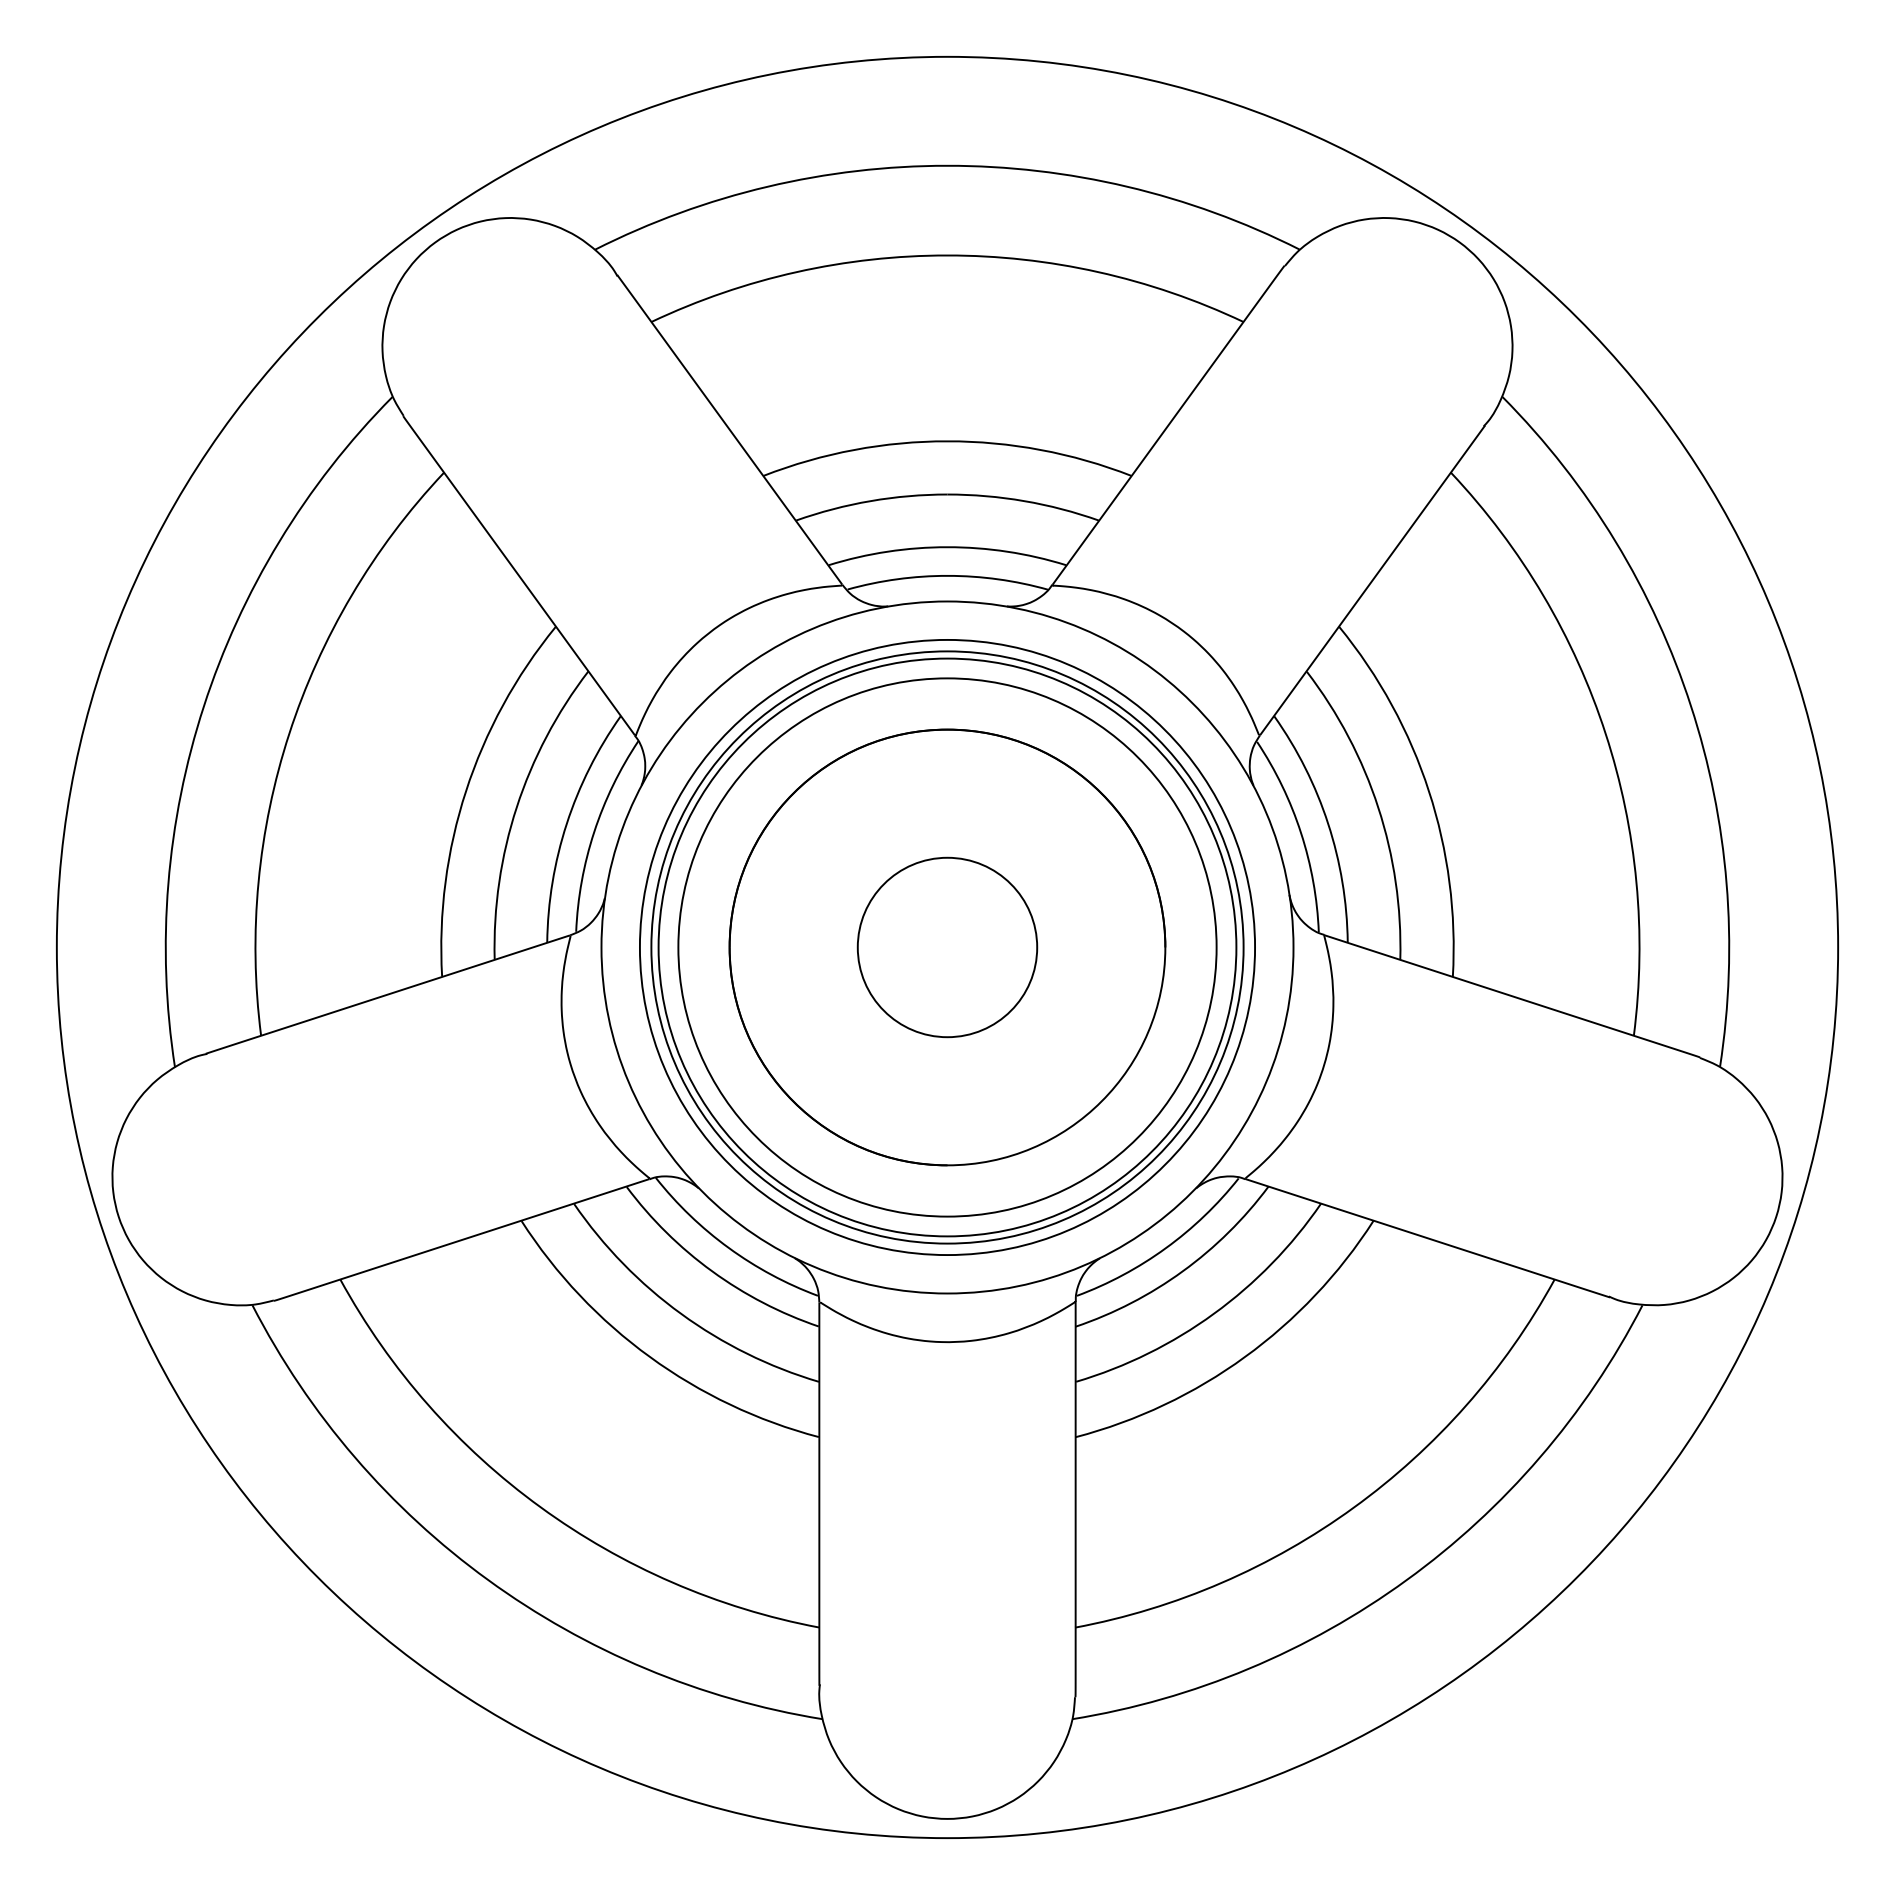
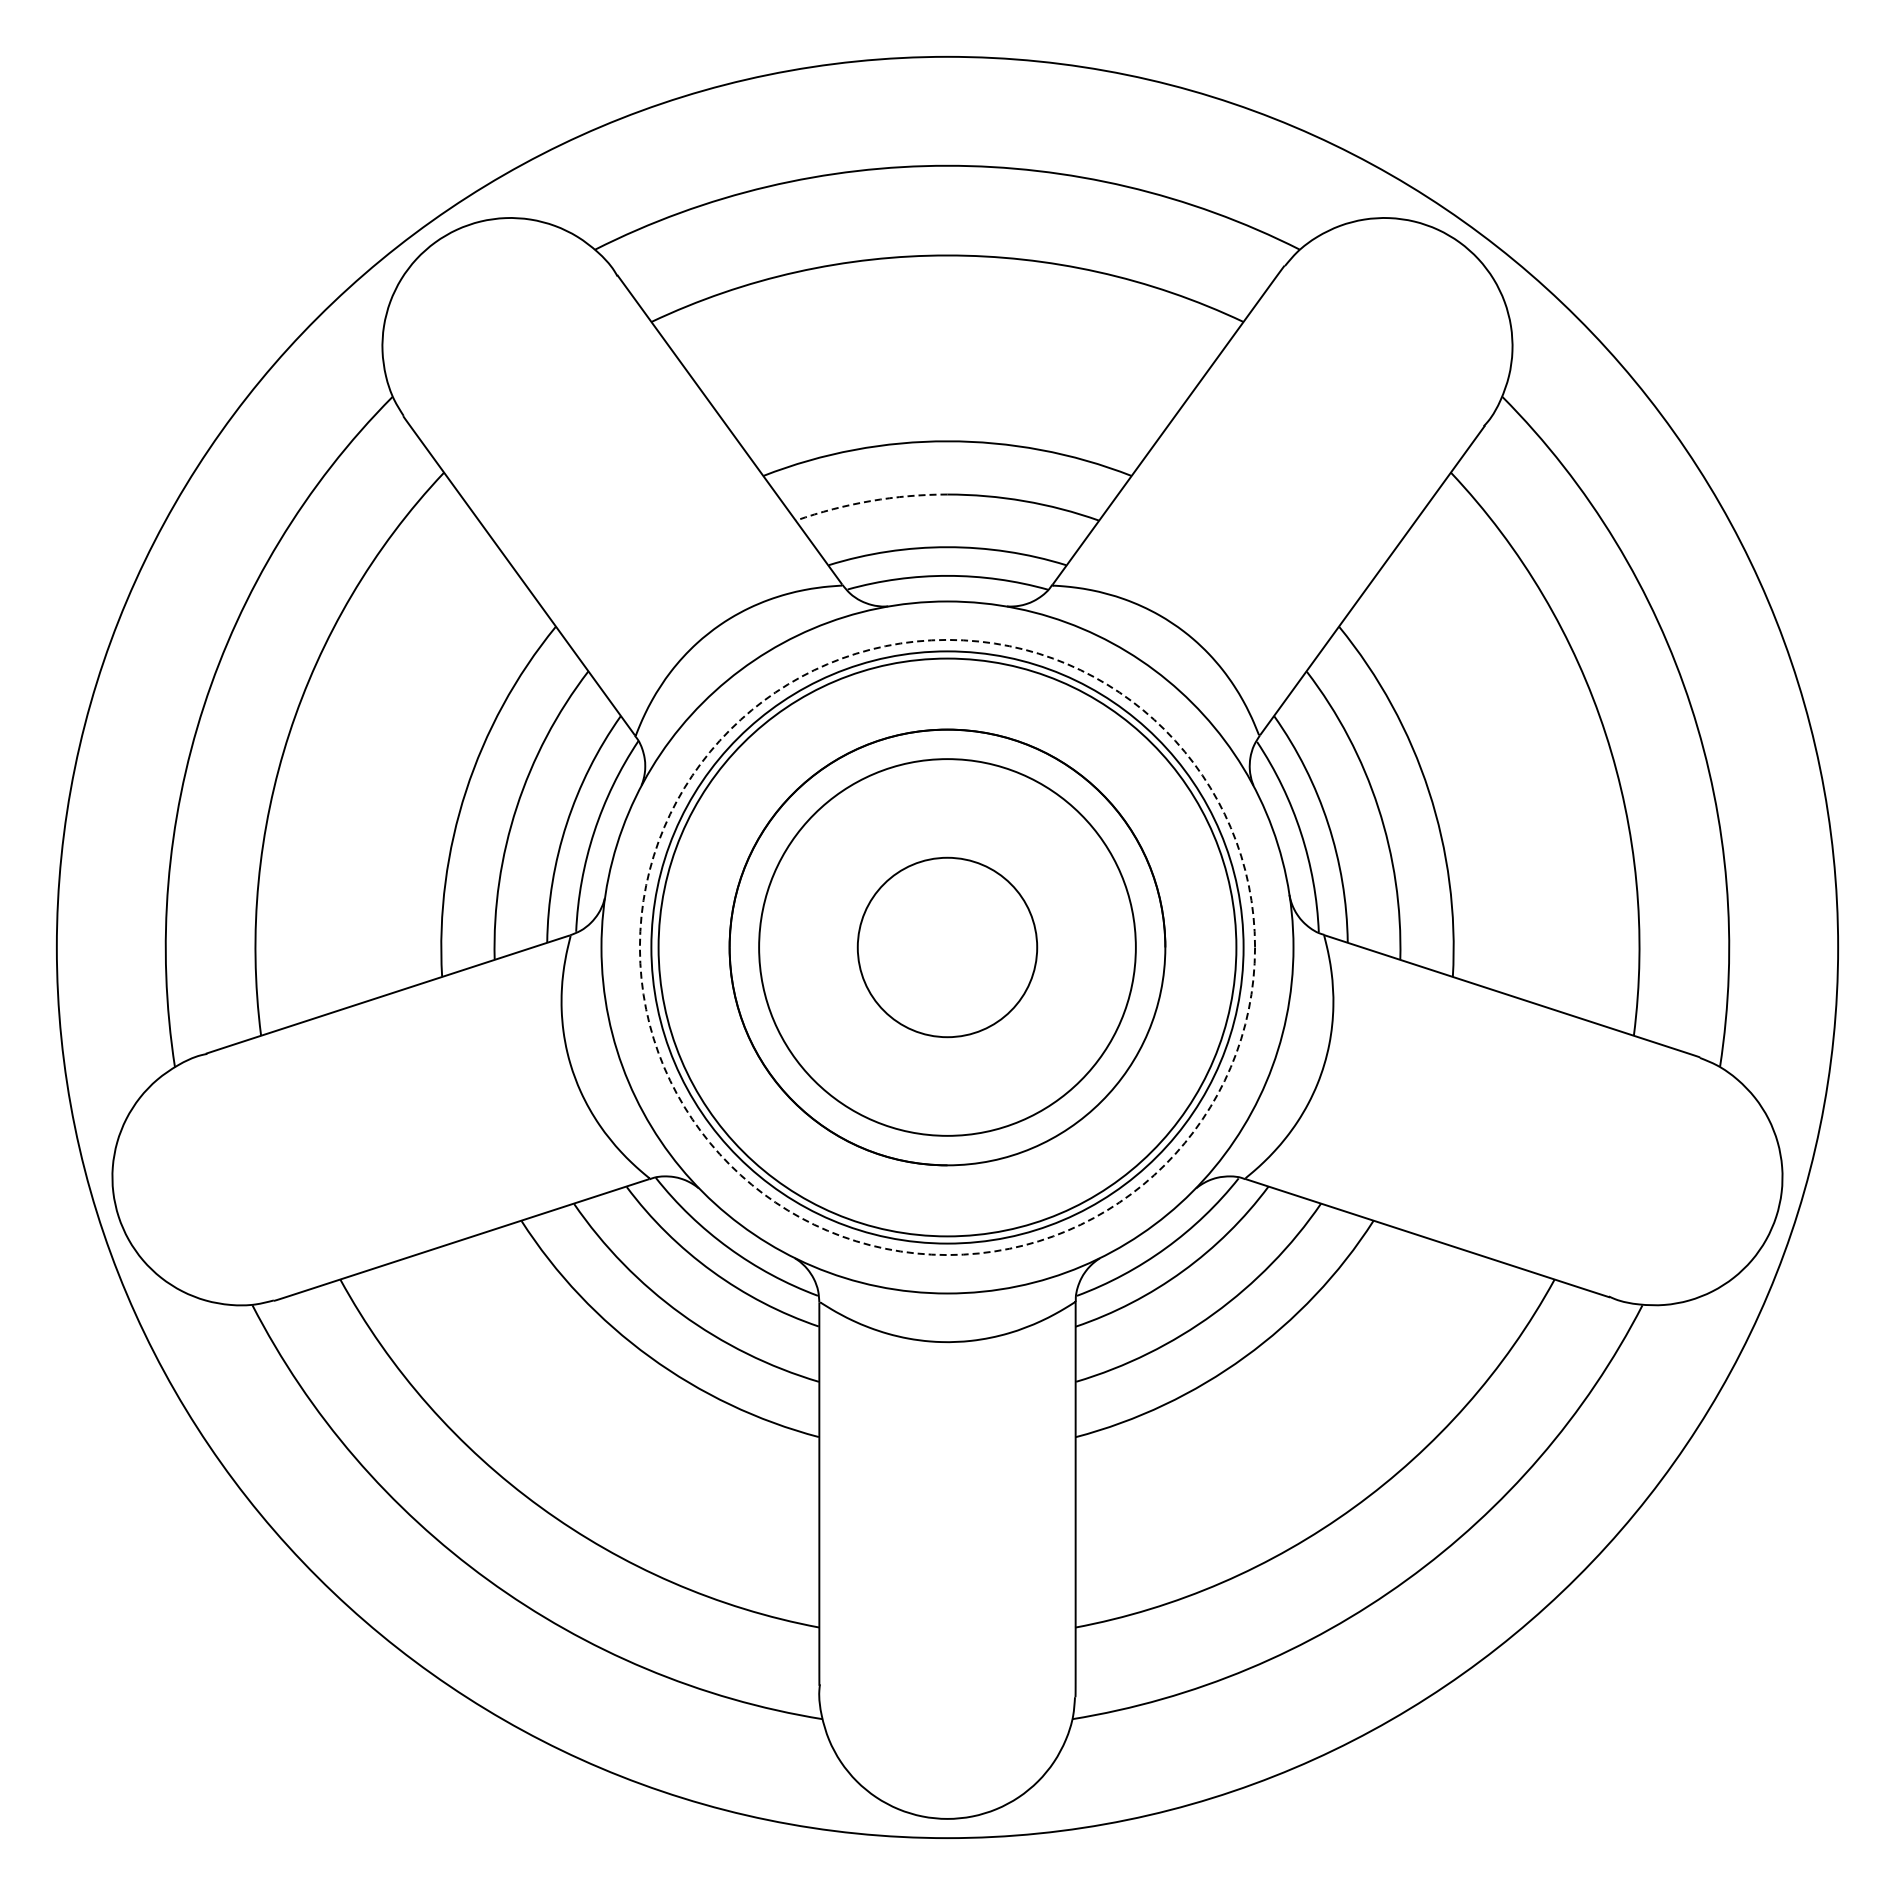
arc at (870, 501): solid -> dashed
circle at (947, 947) diameter: 538 px -> 377 px
circle at (947, 947): solid -> dashed
